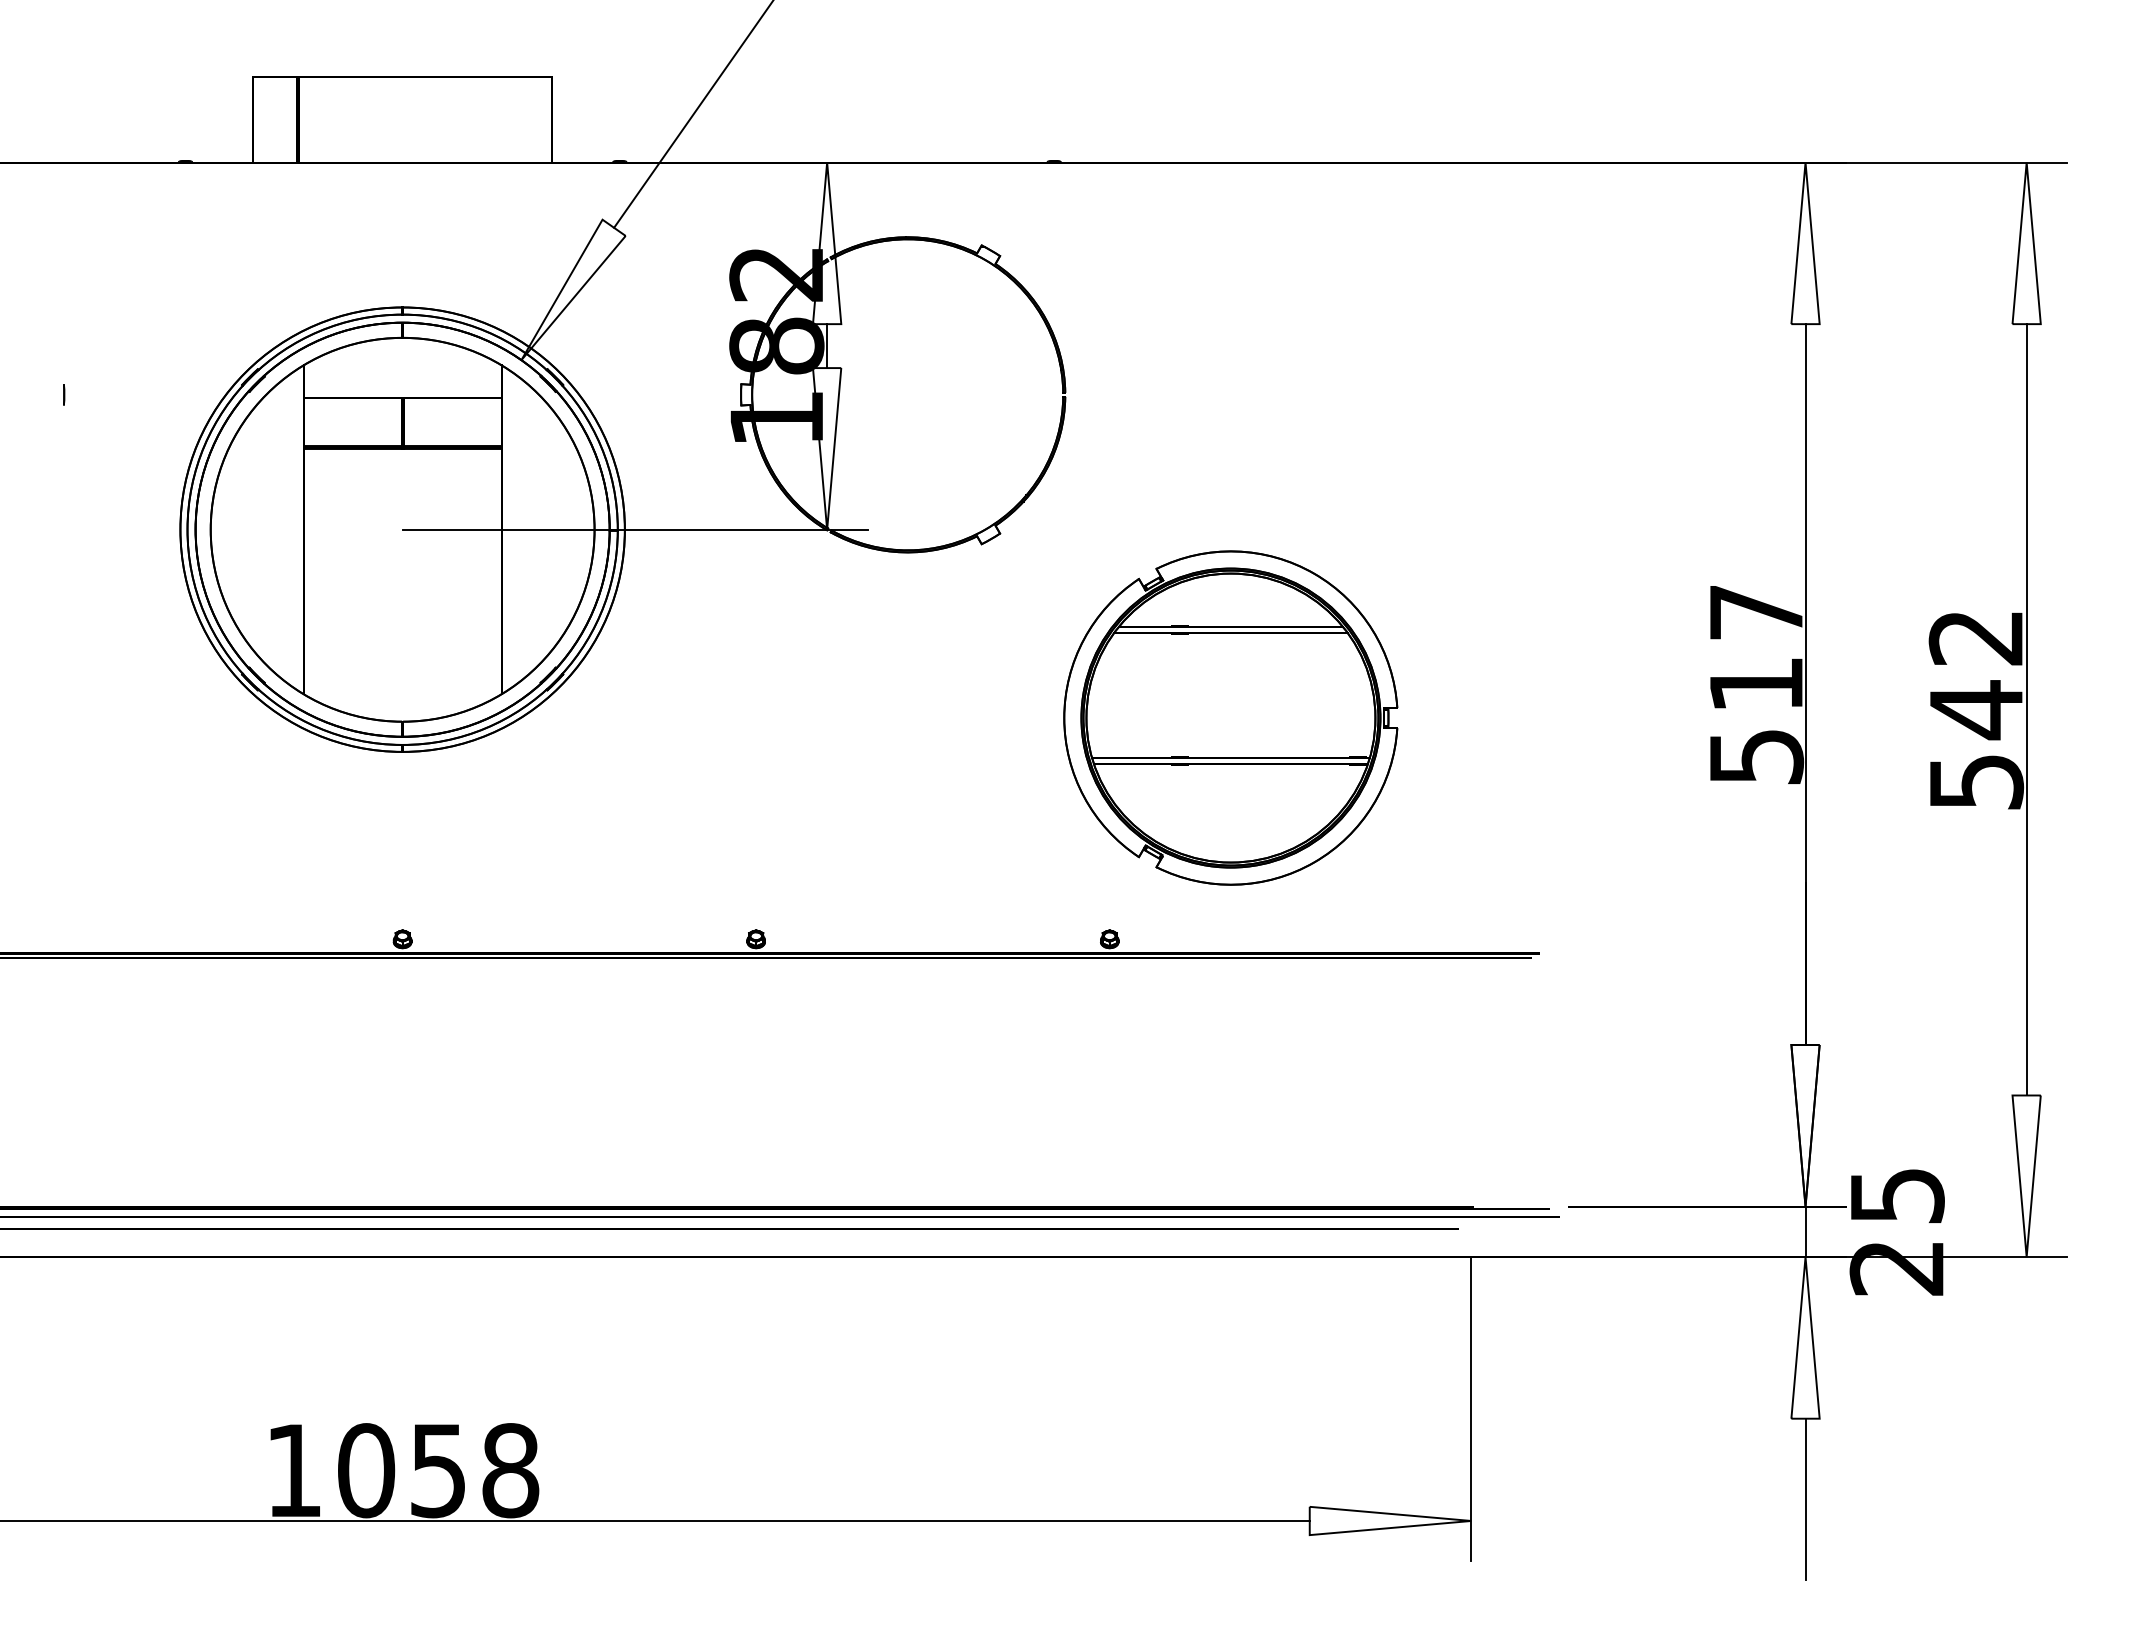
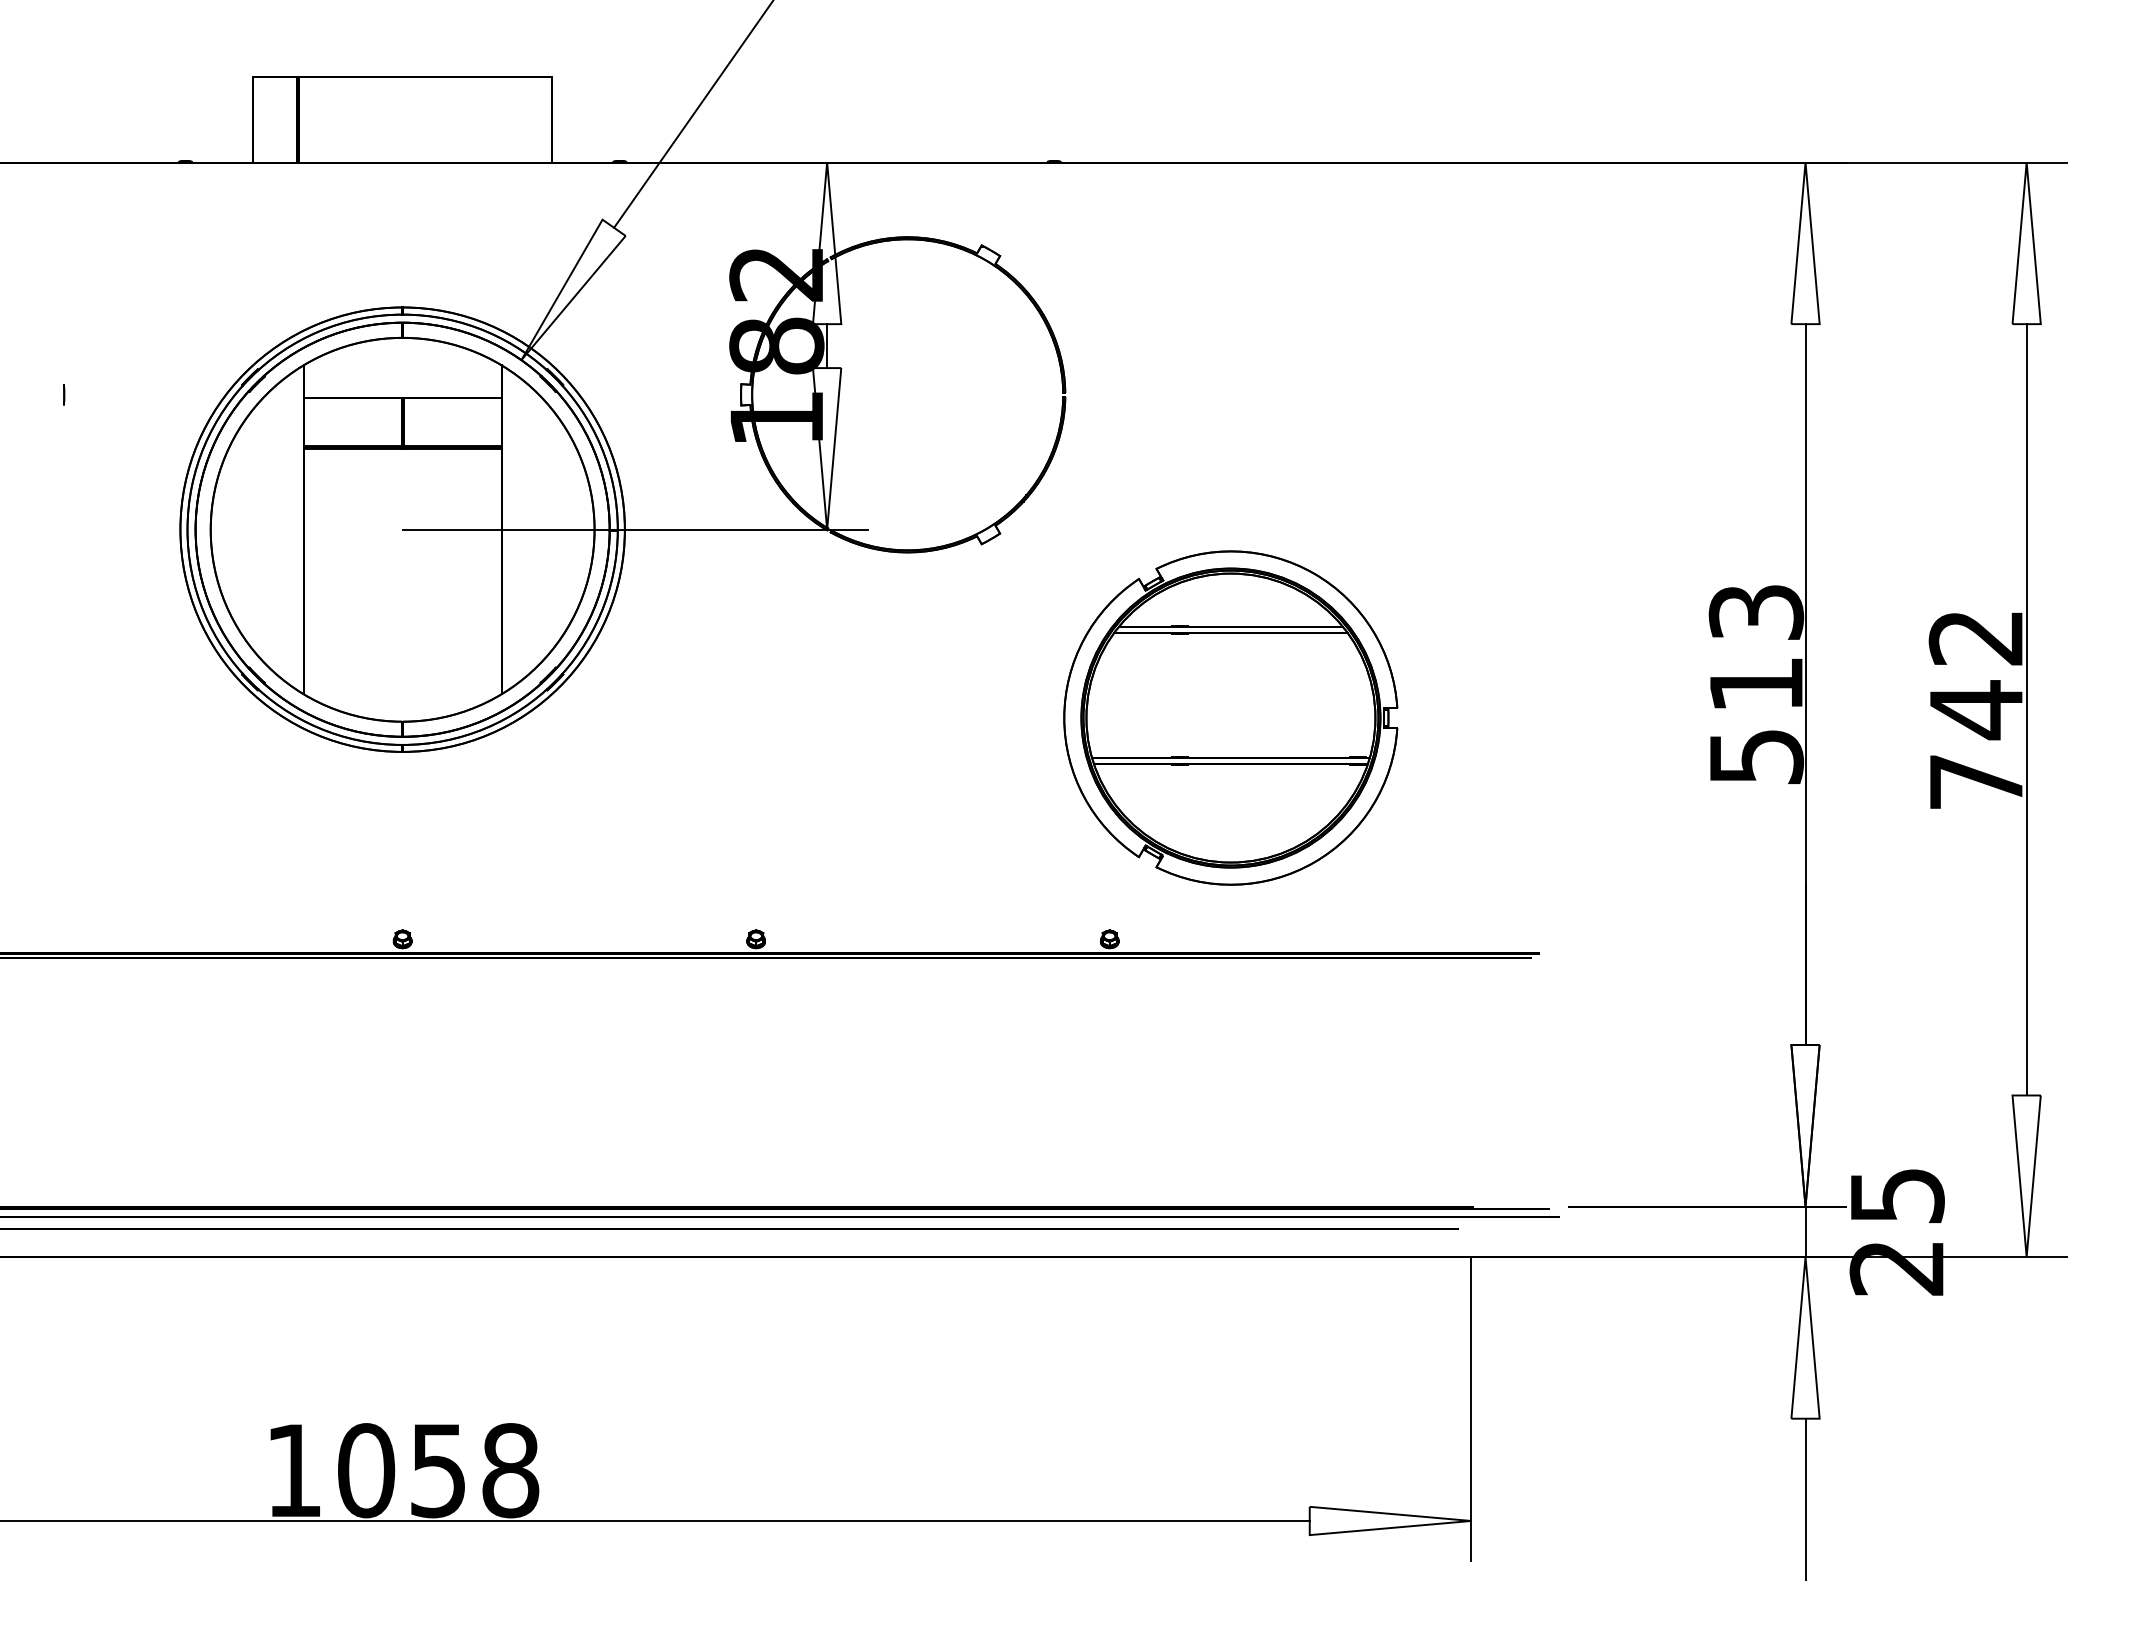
text at (1756, 612): 517 -> 513
text at (1977, 782): 542 -> 742
